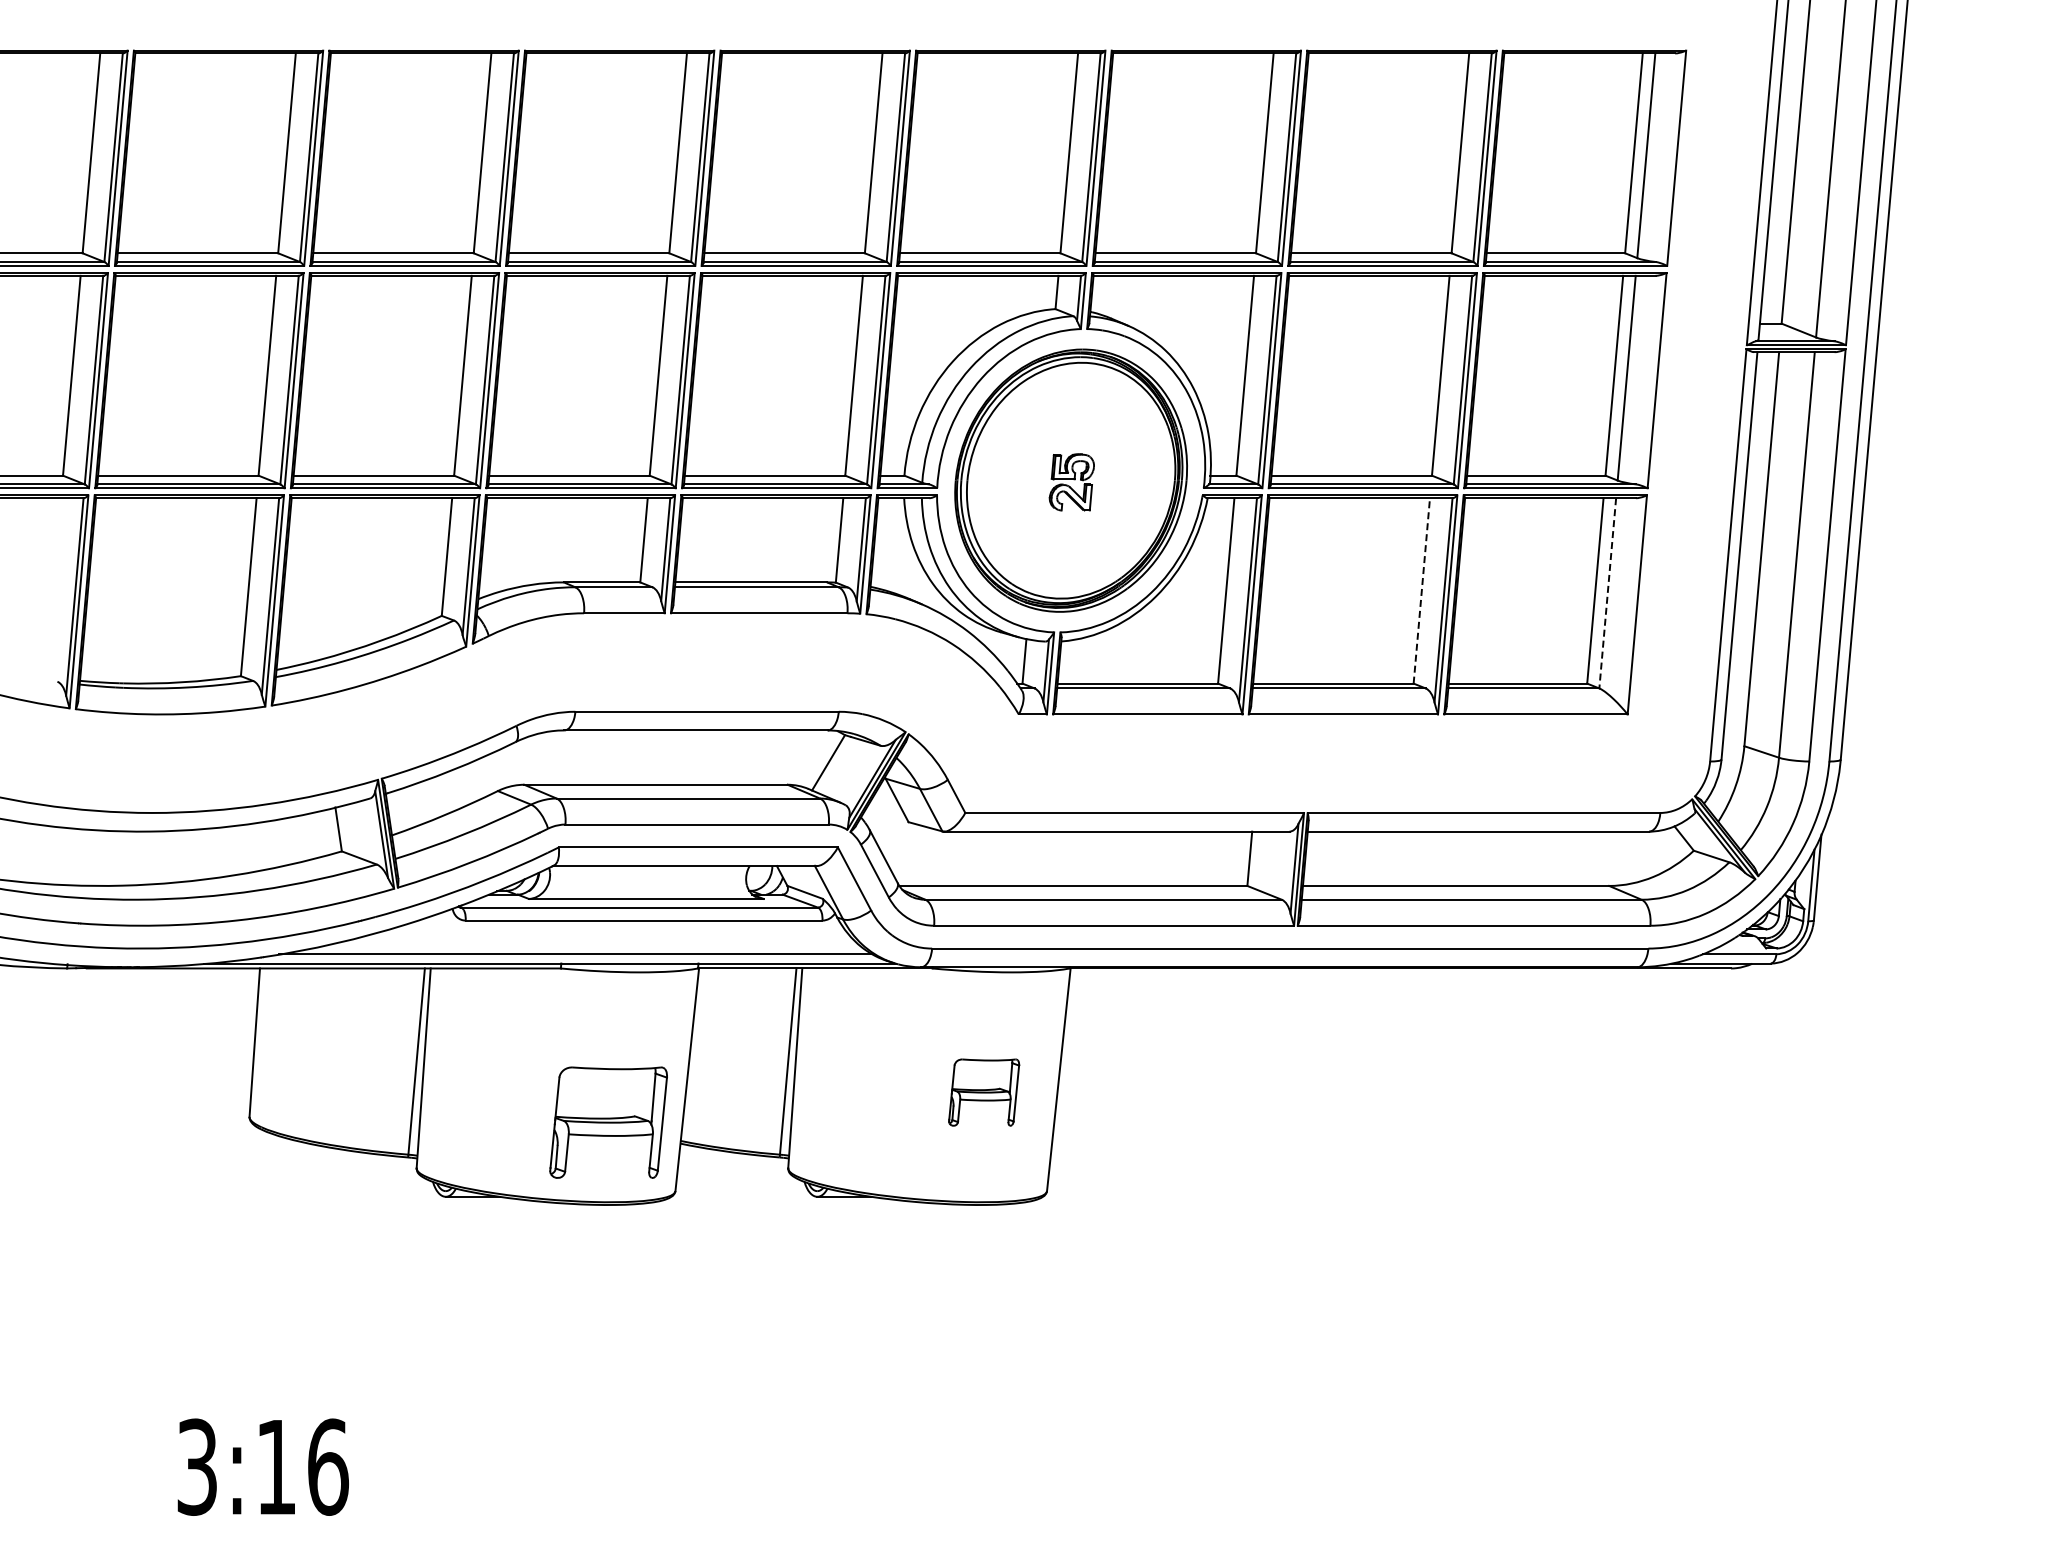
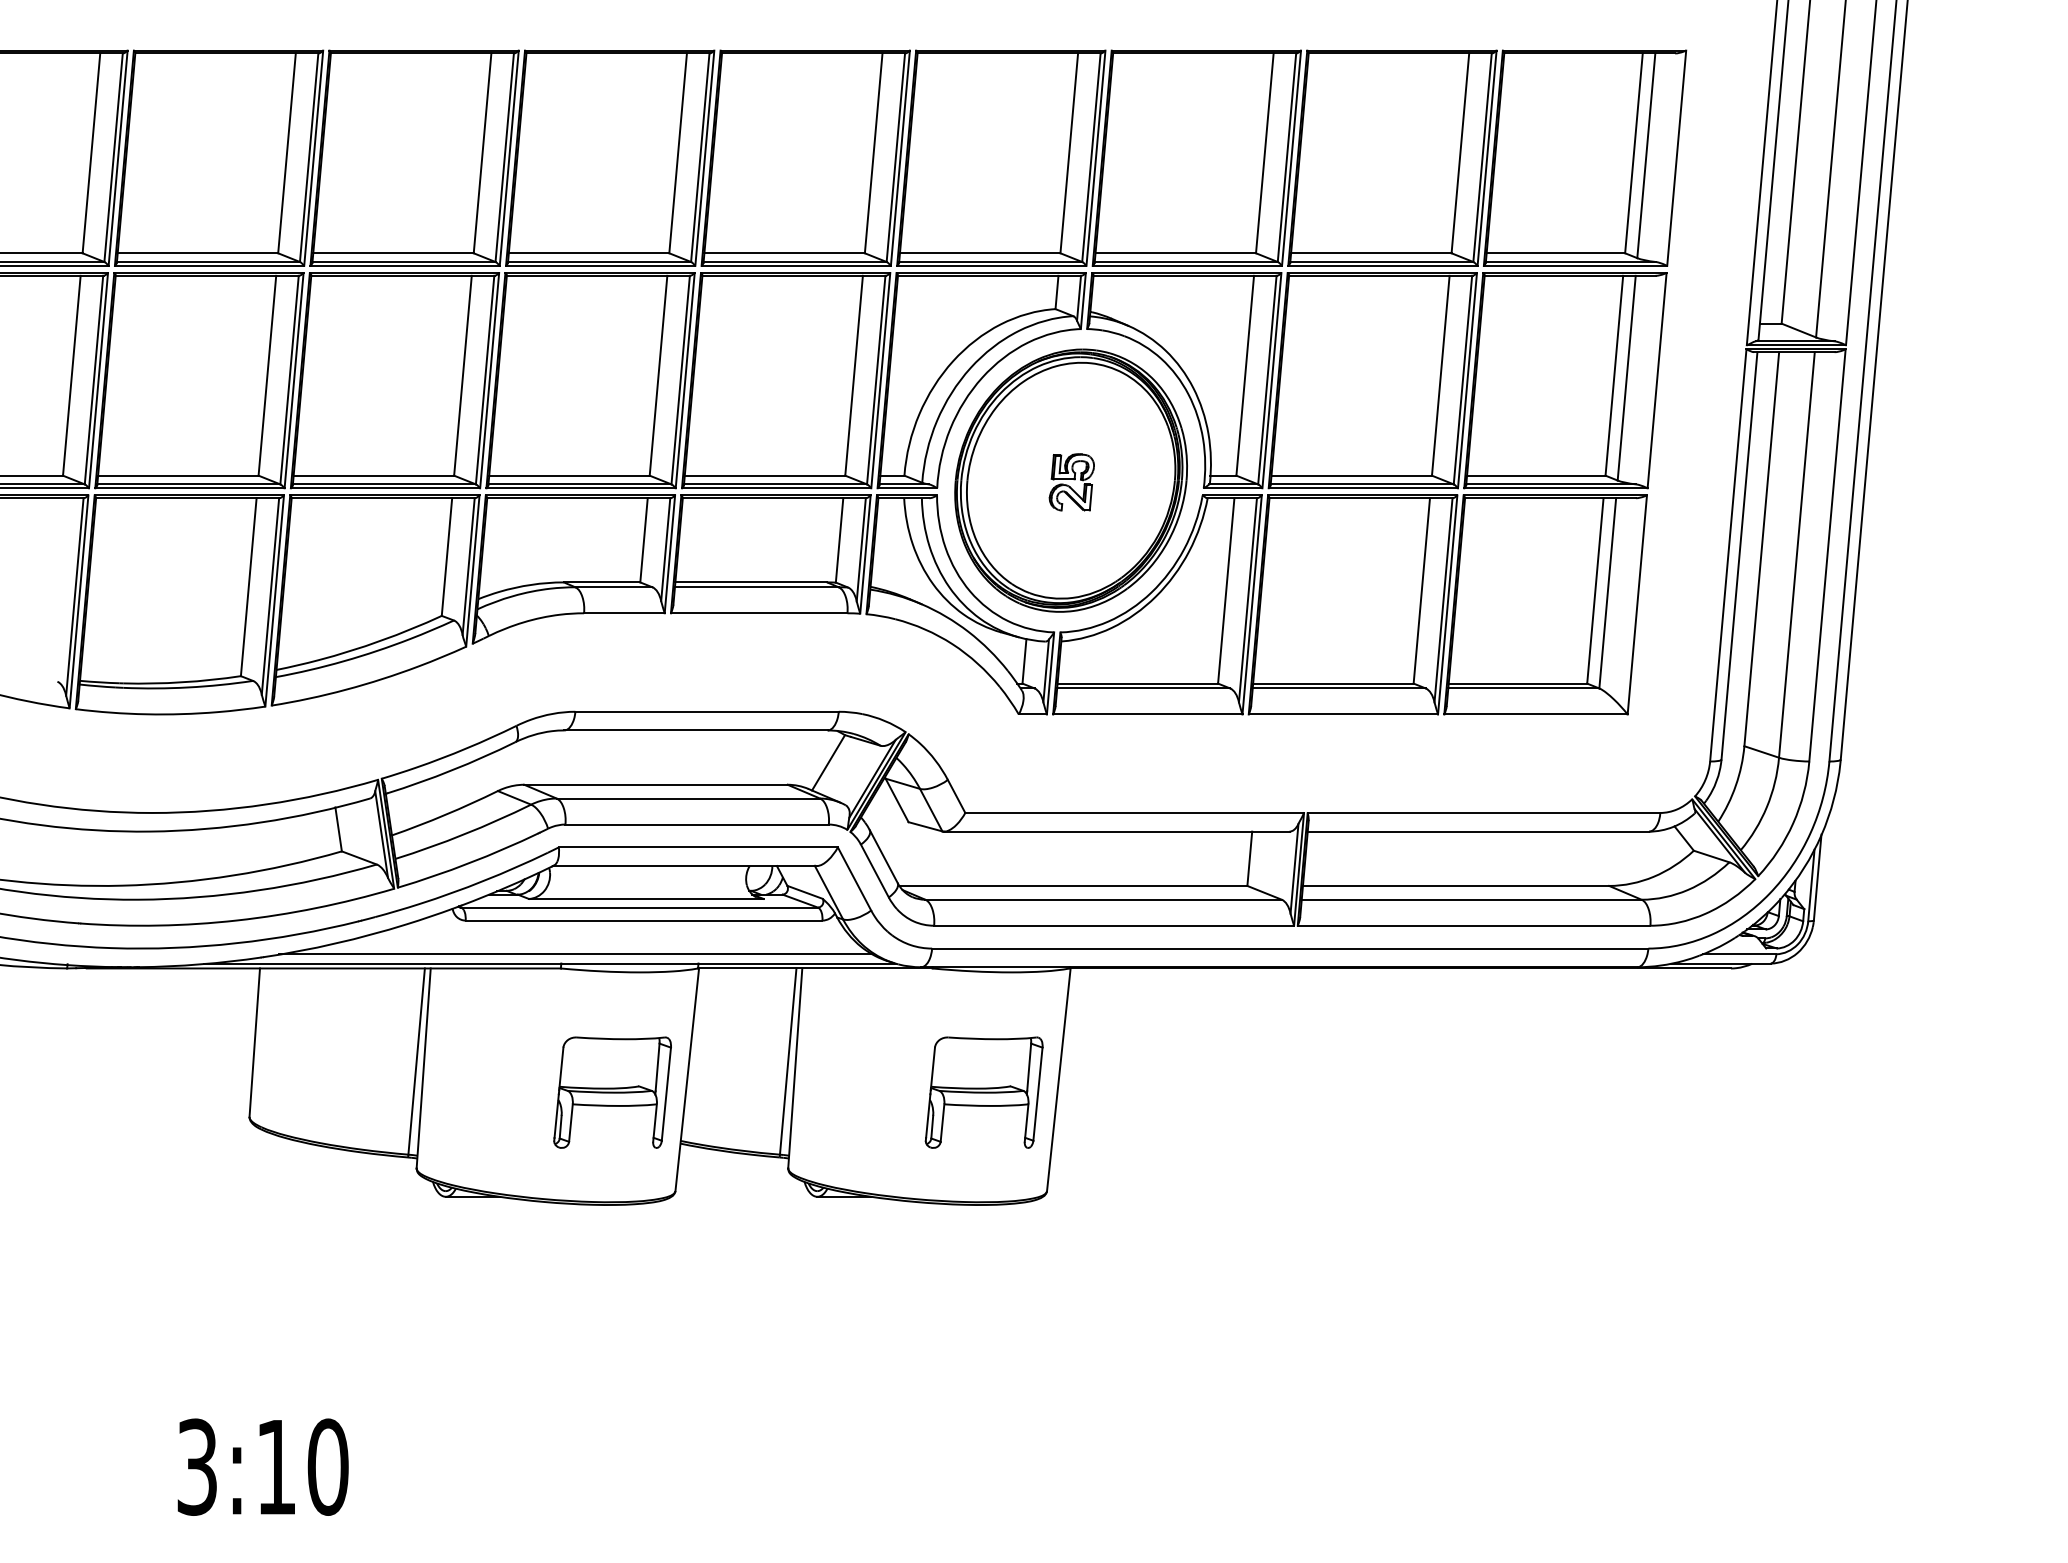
line at (1421, 590): dashed -> solid
line at (1607, 593): dashed -> solid
part at (984, 1092) size: 73x69 px -> 120x113 px
part at (608, 1122) position: (608, 1122) -> (612, 1092)
text at (327, 1466): 3:16 -> 3:10
